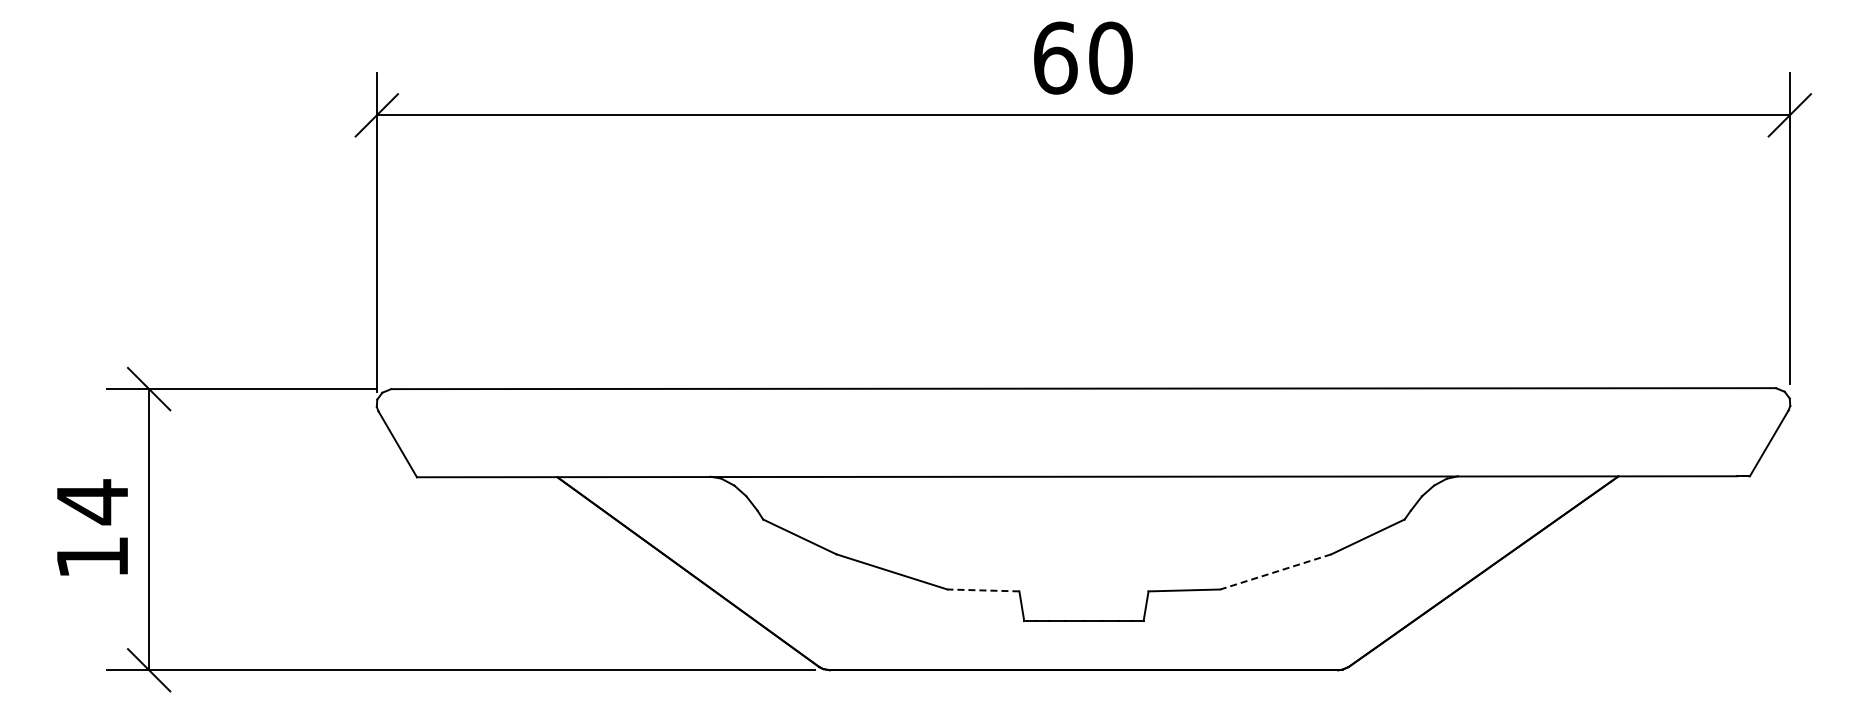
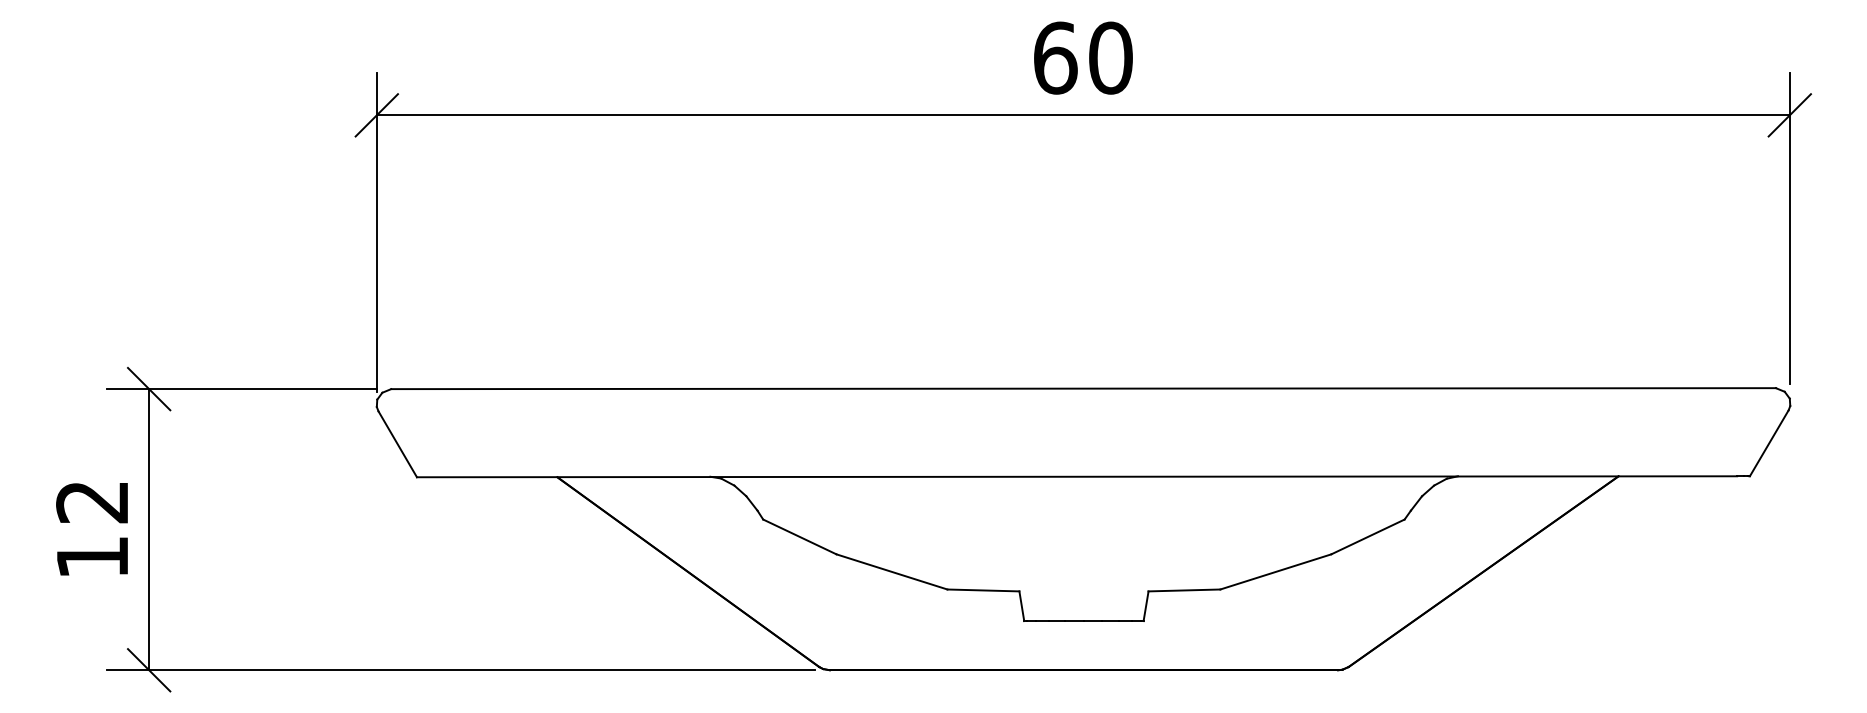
text at (91, 502): 14 -> 12
line at (1275, 572): dashed -> solid
line at (983, 590): dashed -> solid
